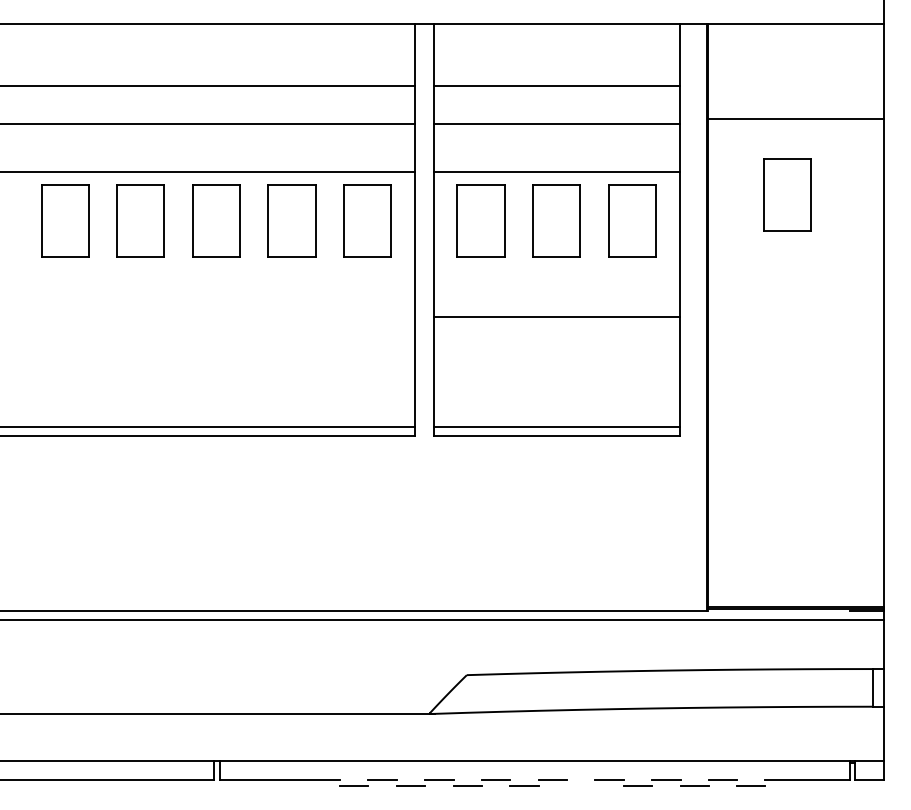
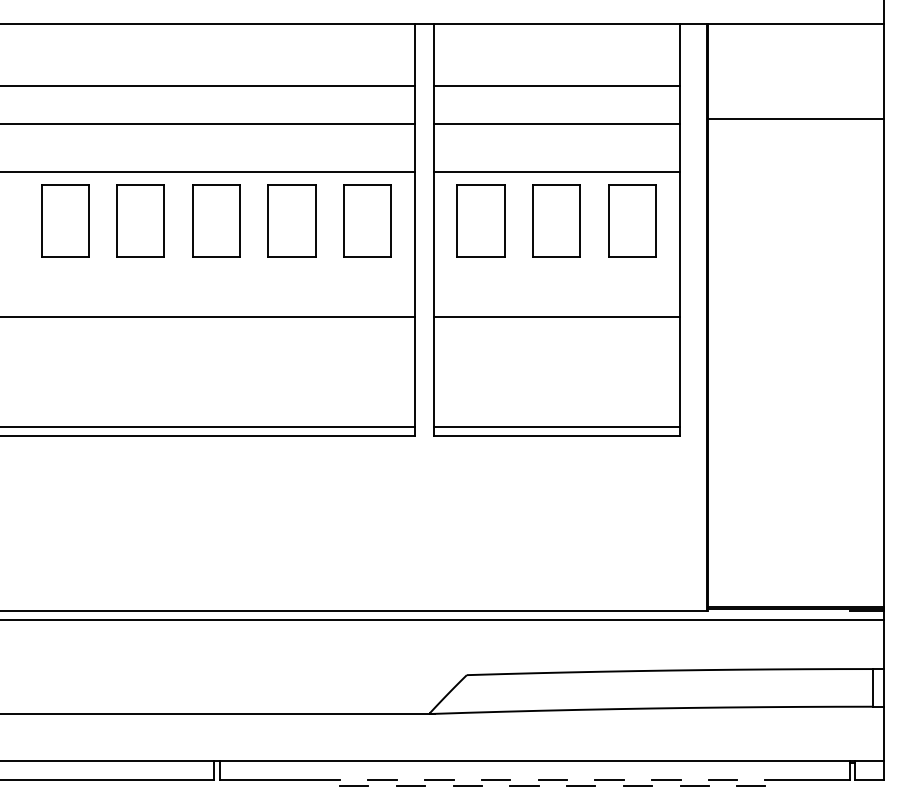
part at (787, 194): present -> none
line at (208, 317): none -> present
line at (581, 785): none -> present
